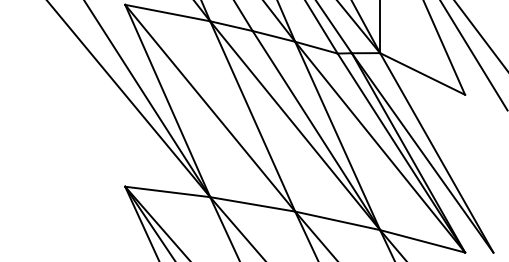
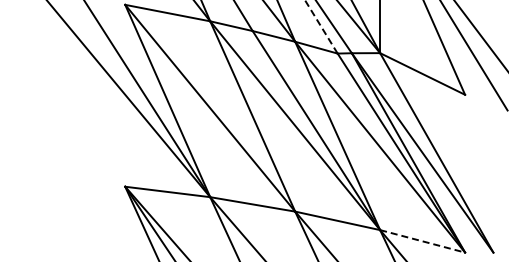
line at (321, 26): solid -> dashed
line at (422, 241): solid -> dashed
